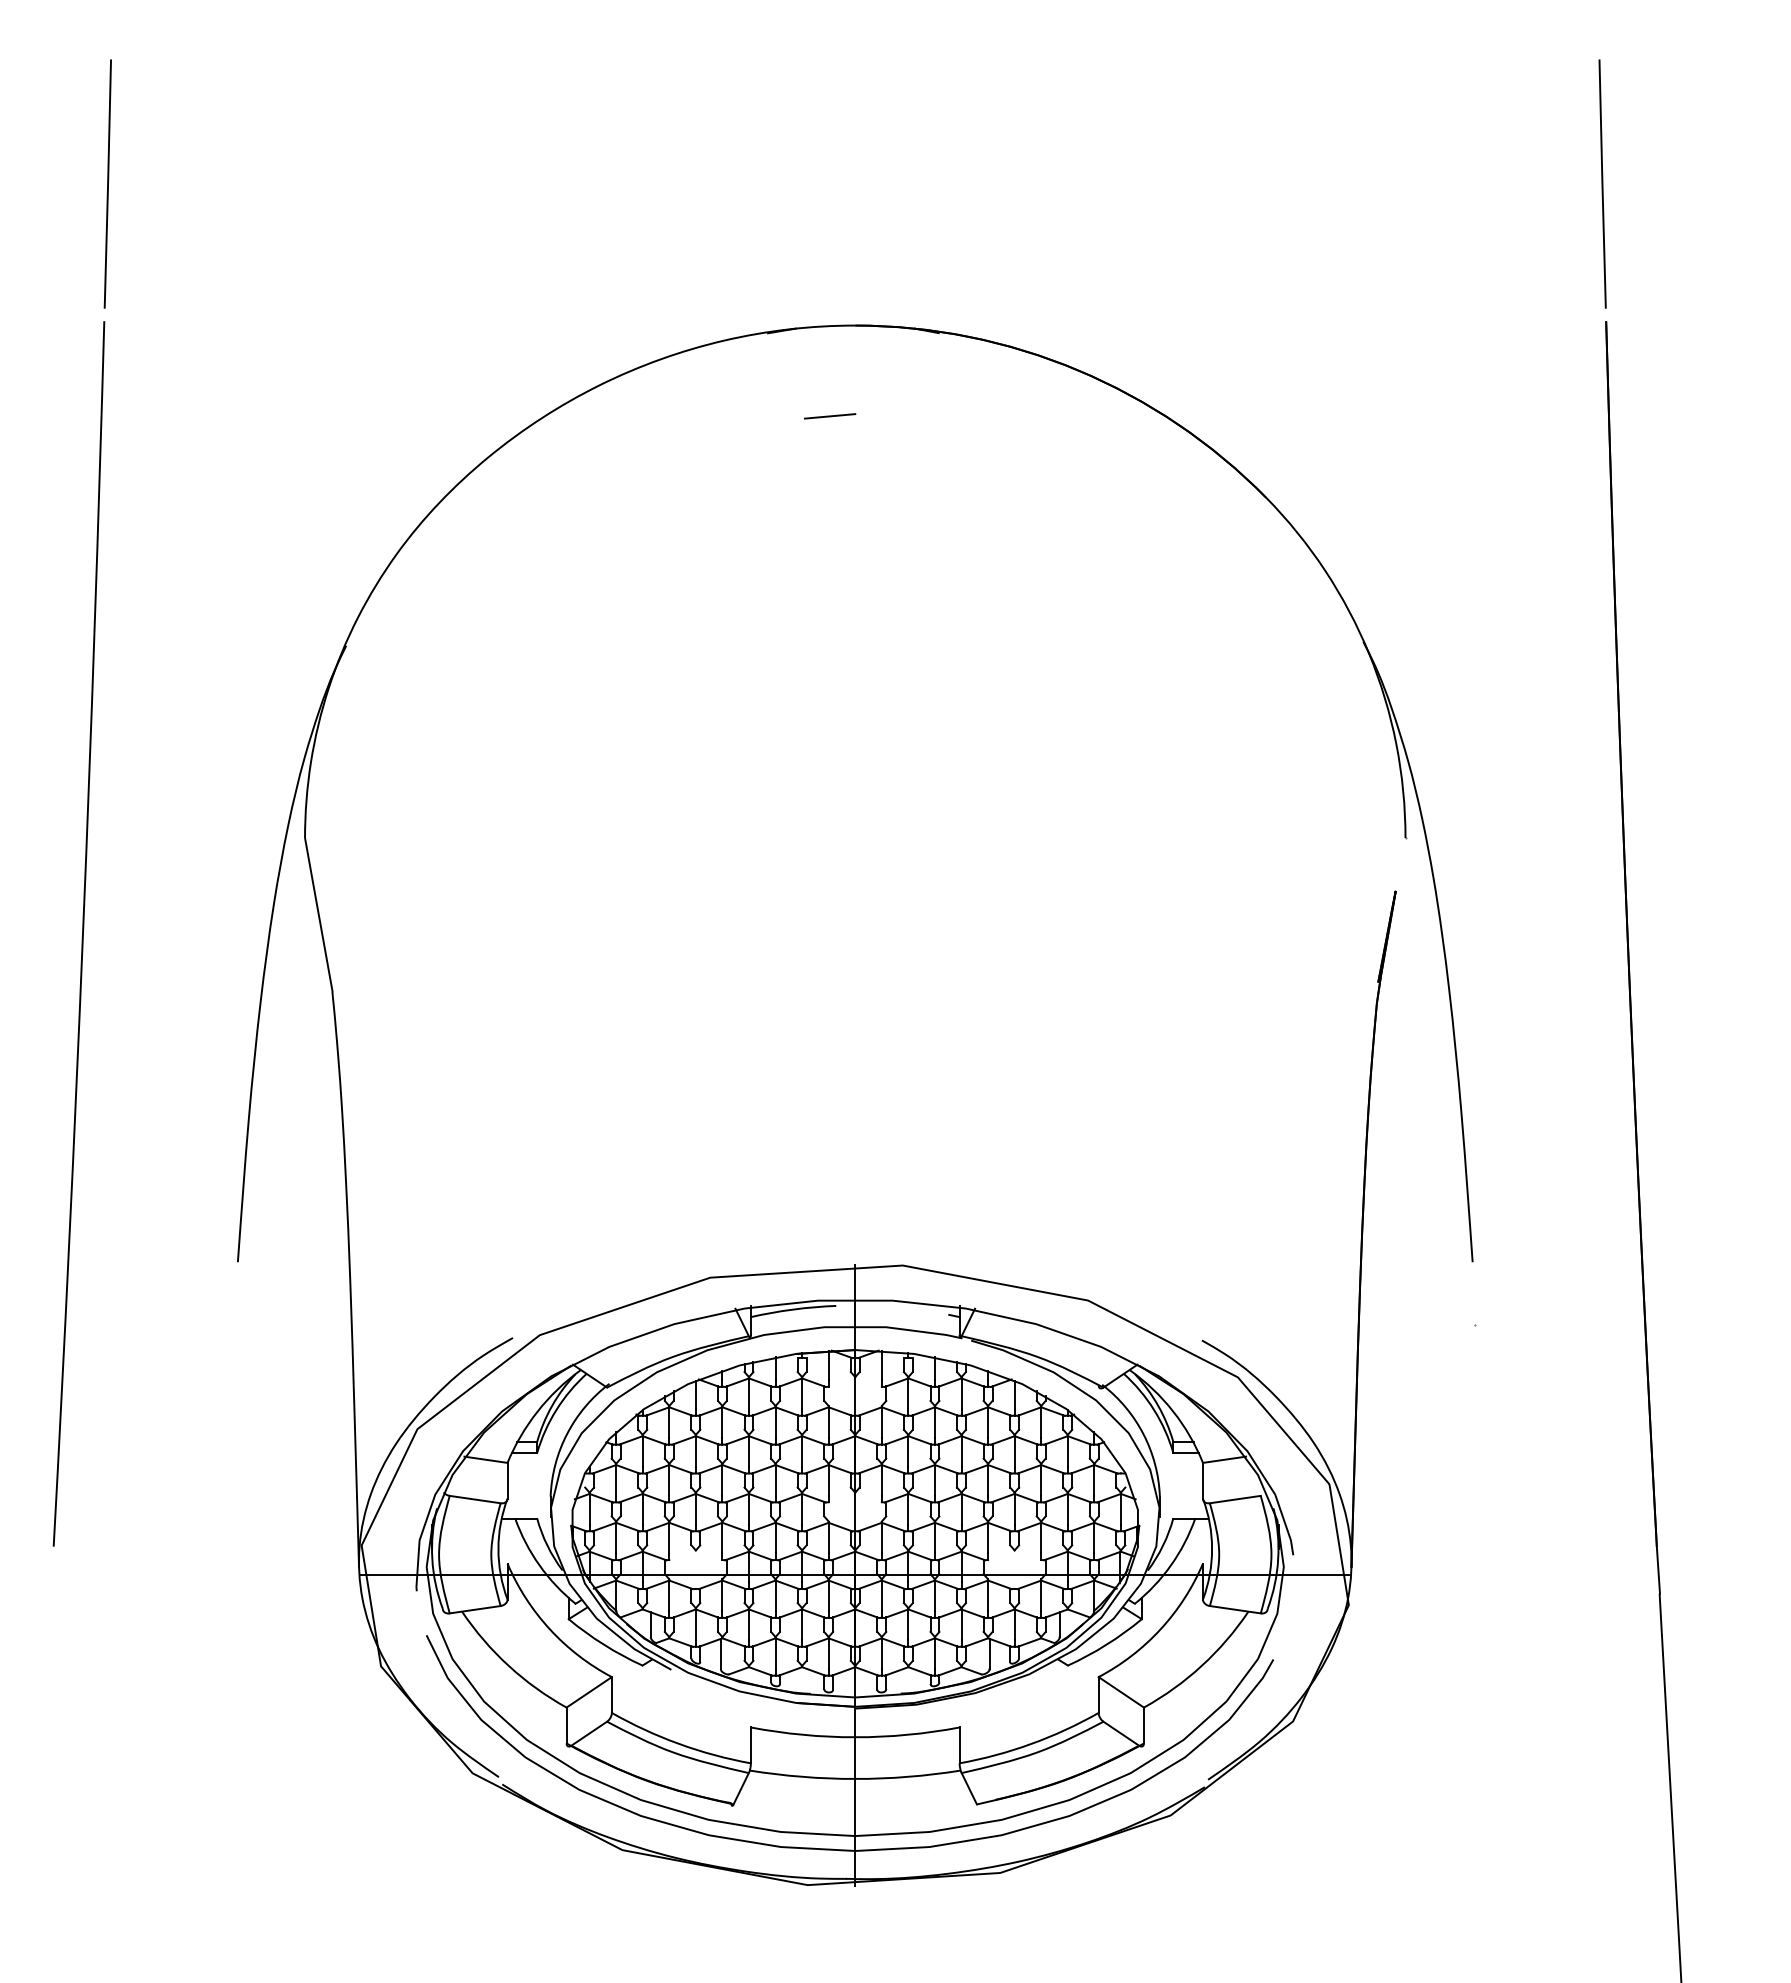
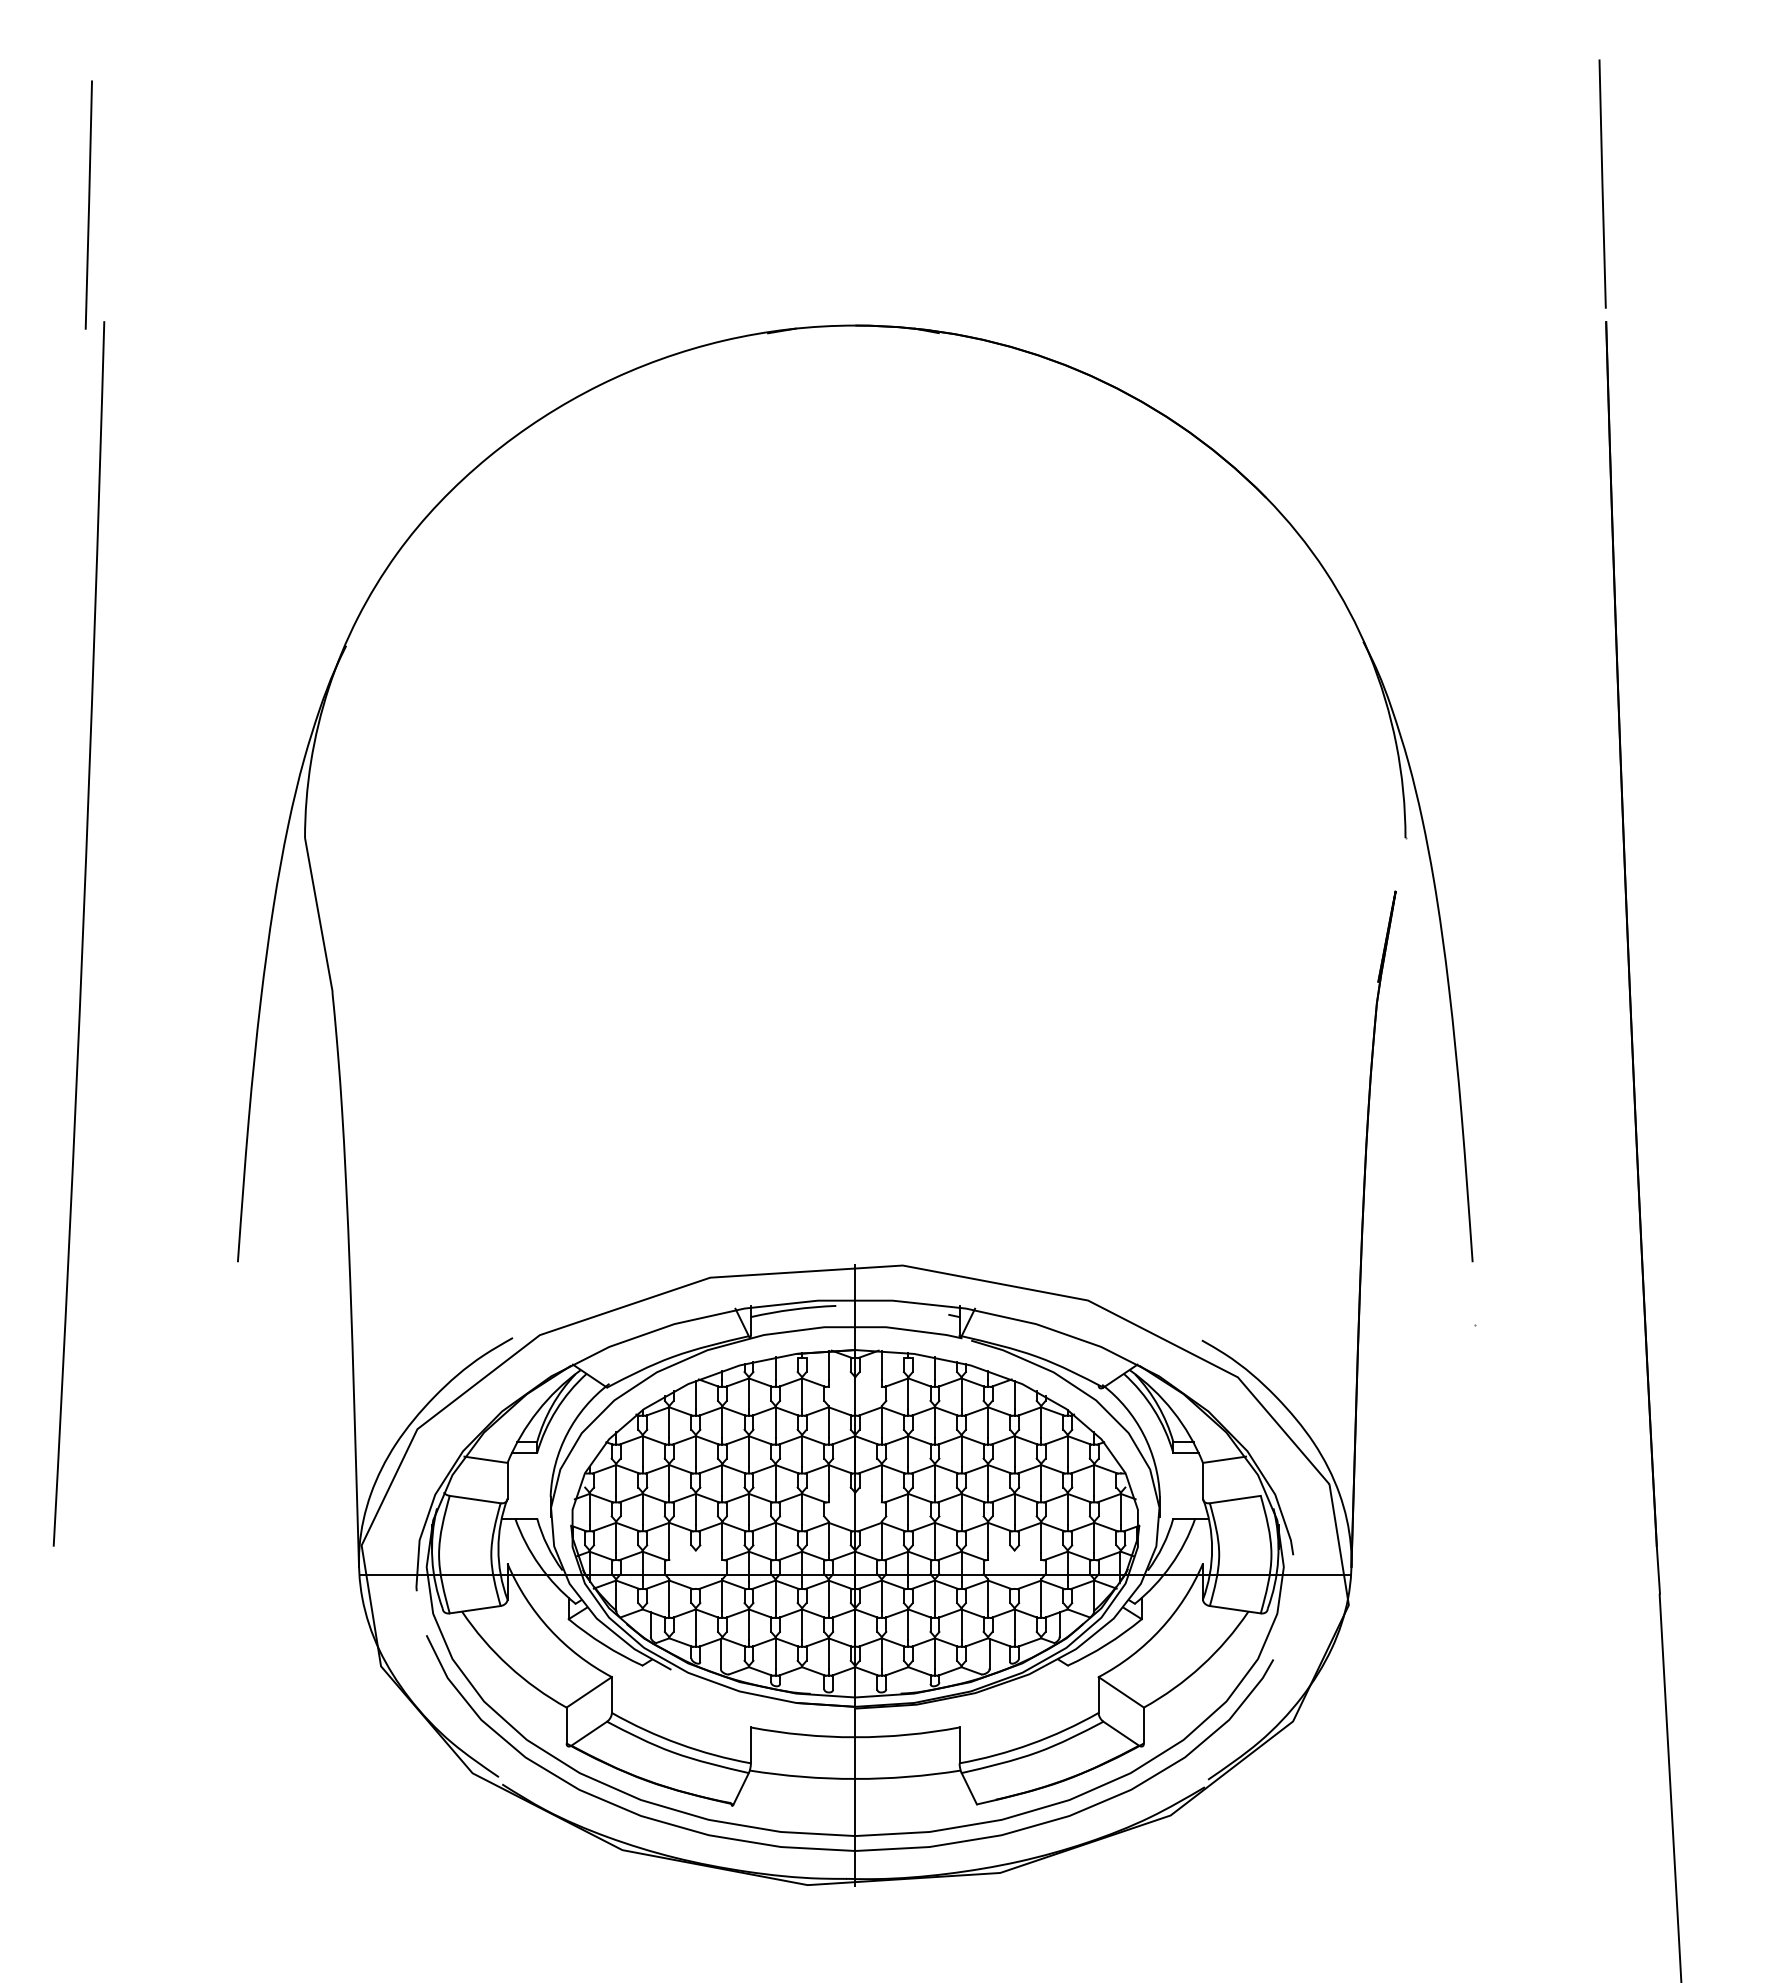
line at (107, 183) position: (107, 183) -> (88, 204)
line at (829, 416): present -> none
